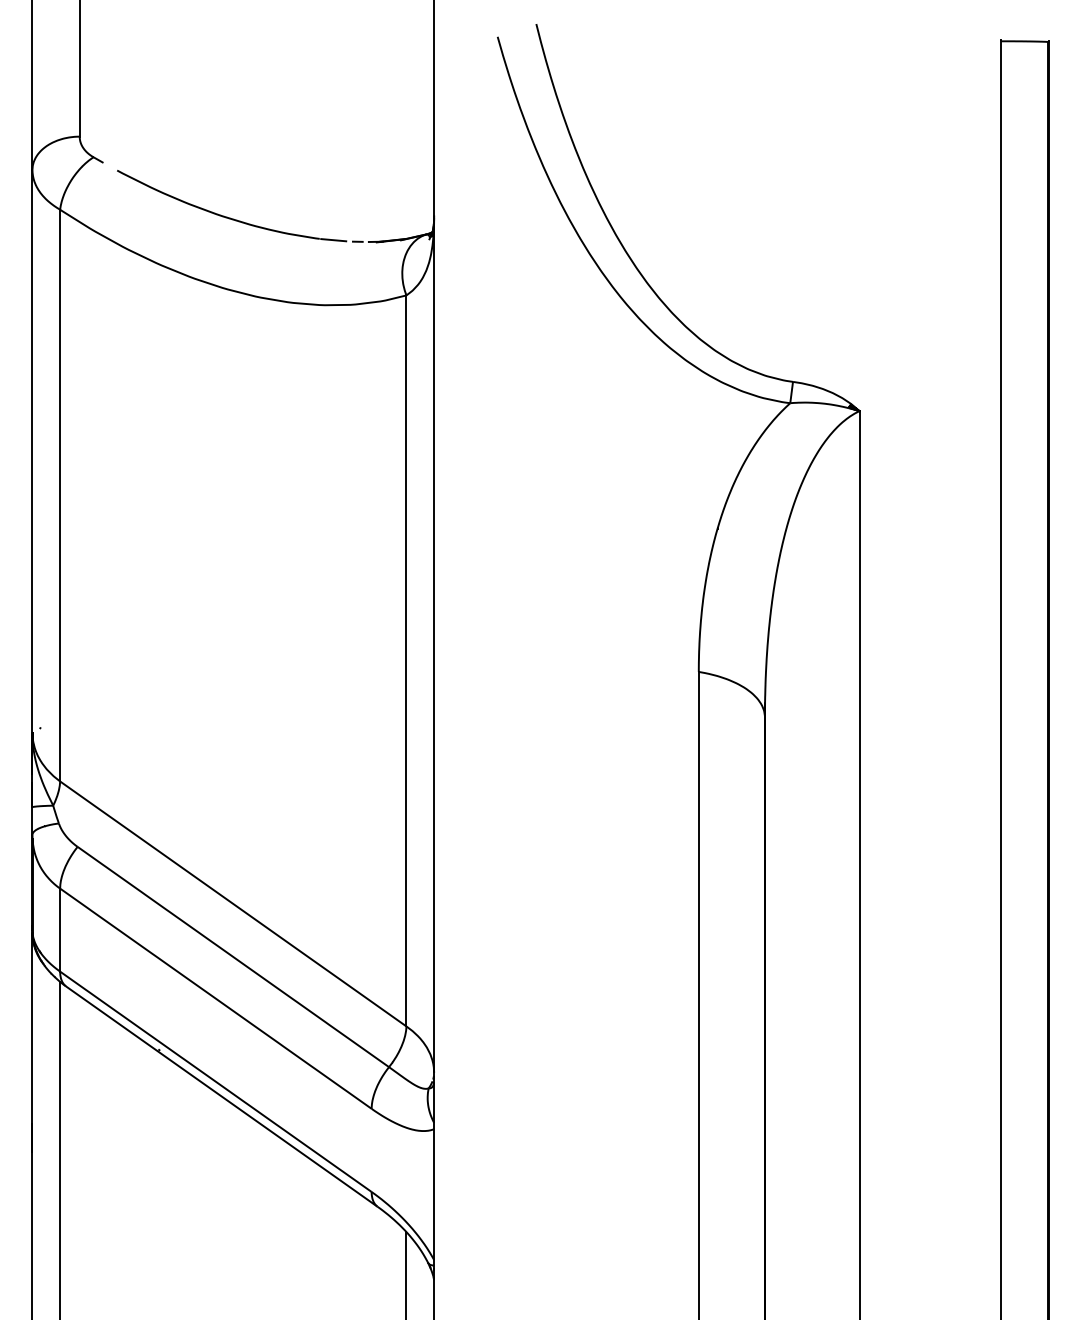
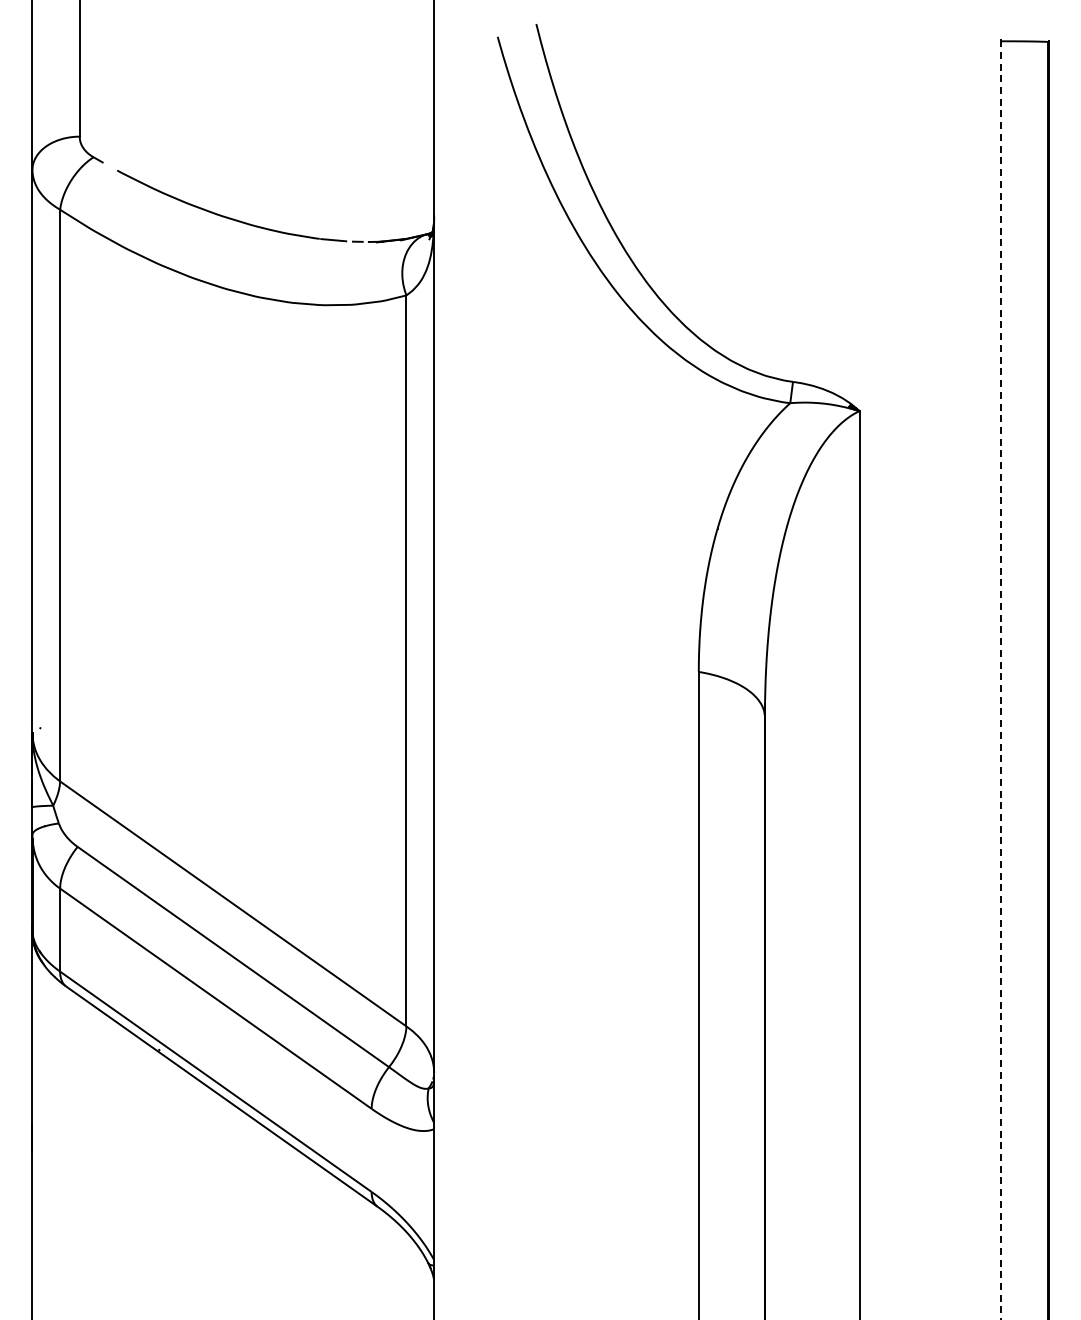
line at (1001, 680): solid -> dashed
line at (60, 1148): present -> none
line at (406, 1274): present -> none
